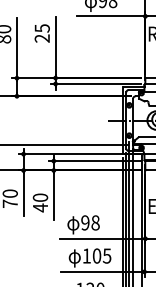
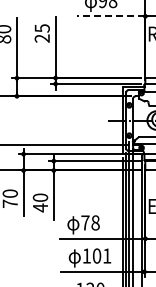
line at (110, 16): solid -> dashed
text at (85, 222): 98 -> 78
text at (106, 255): 105 -> 101
